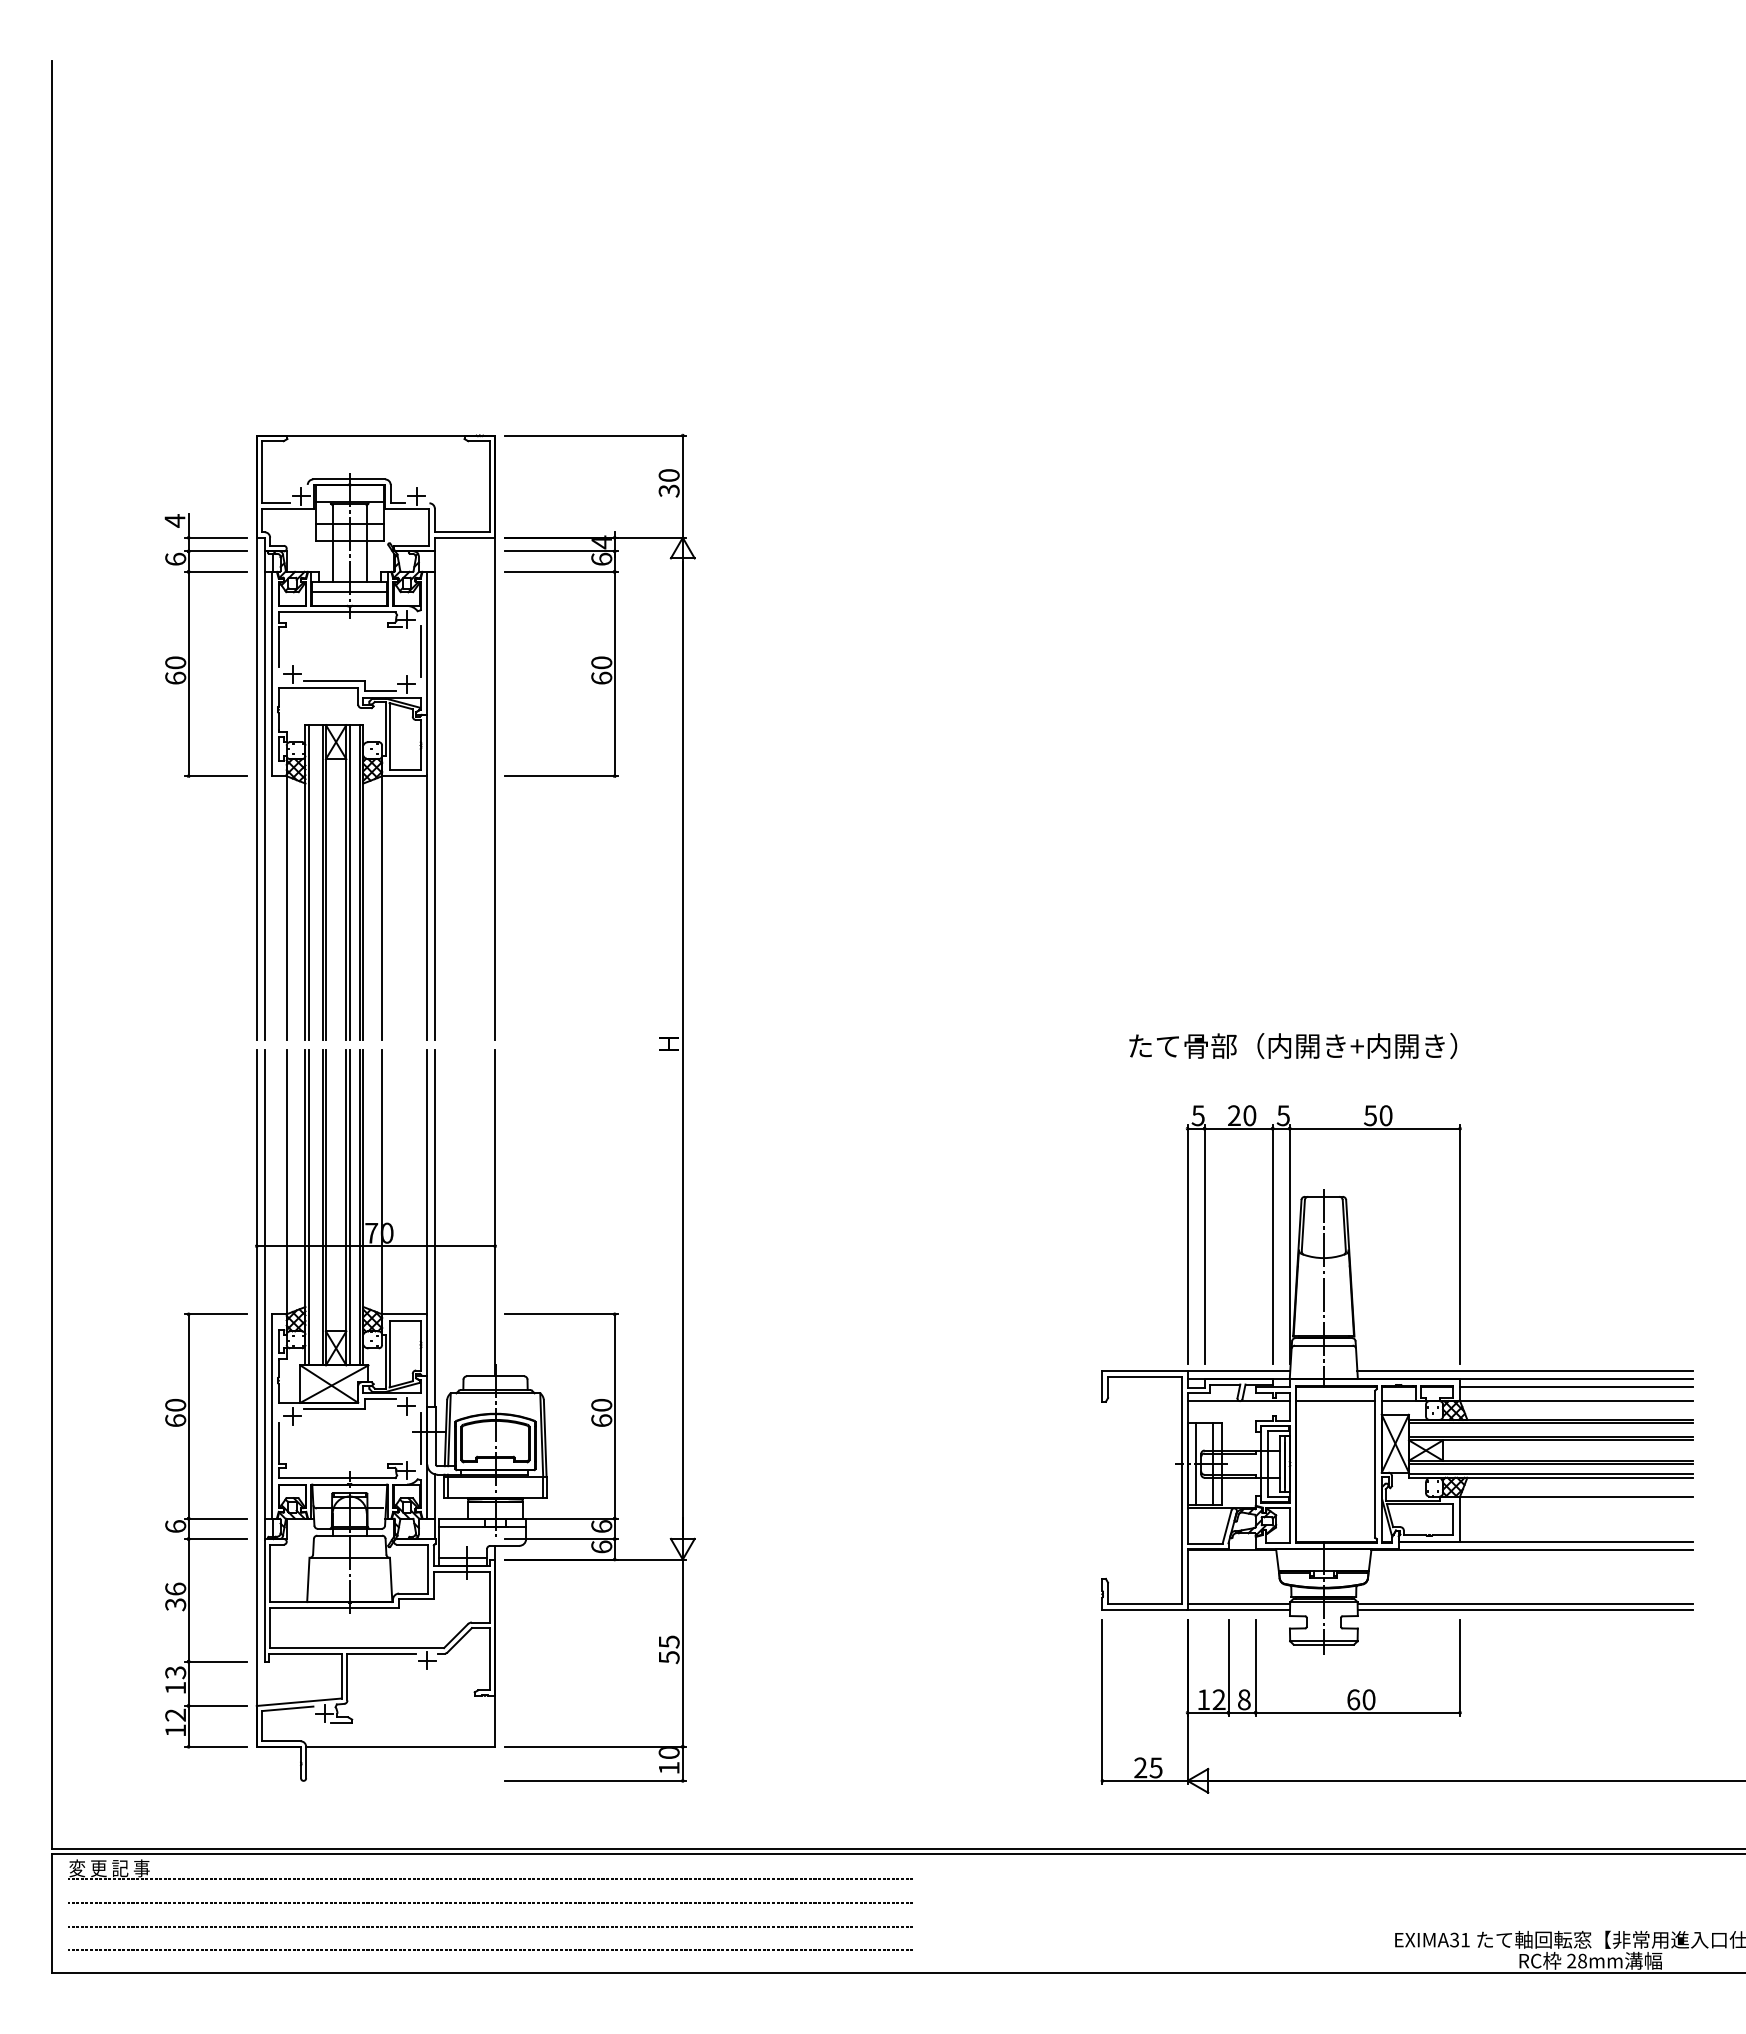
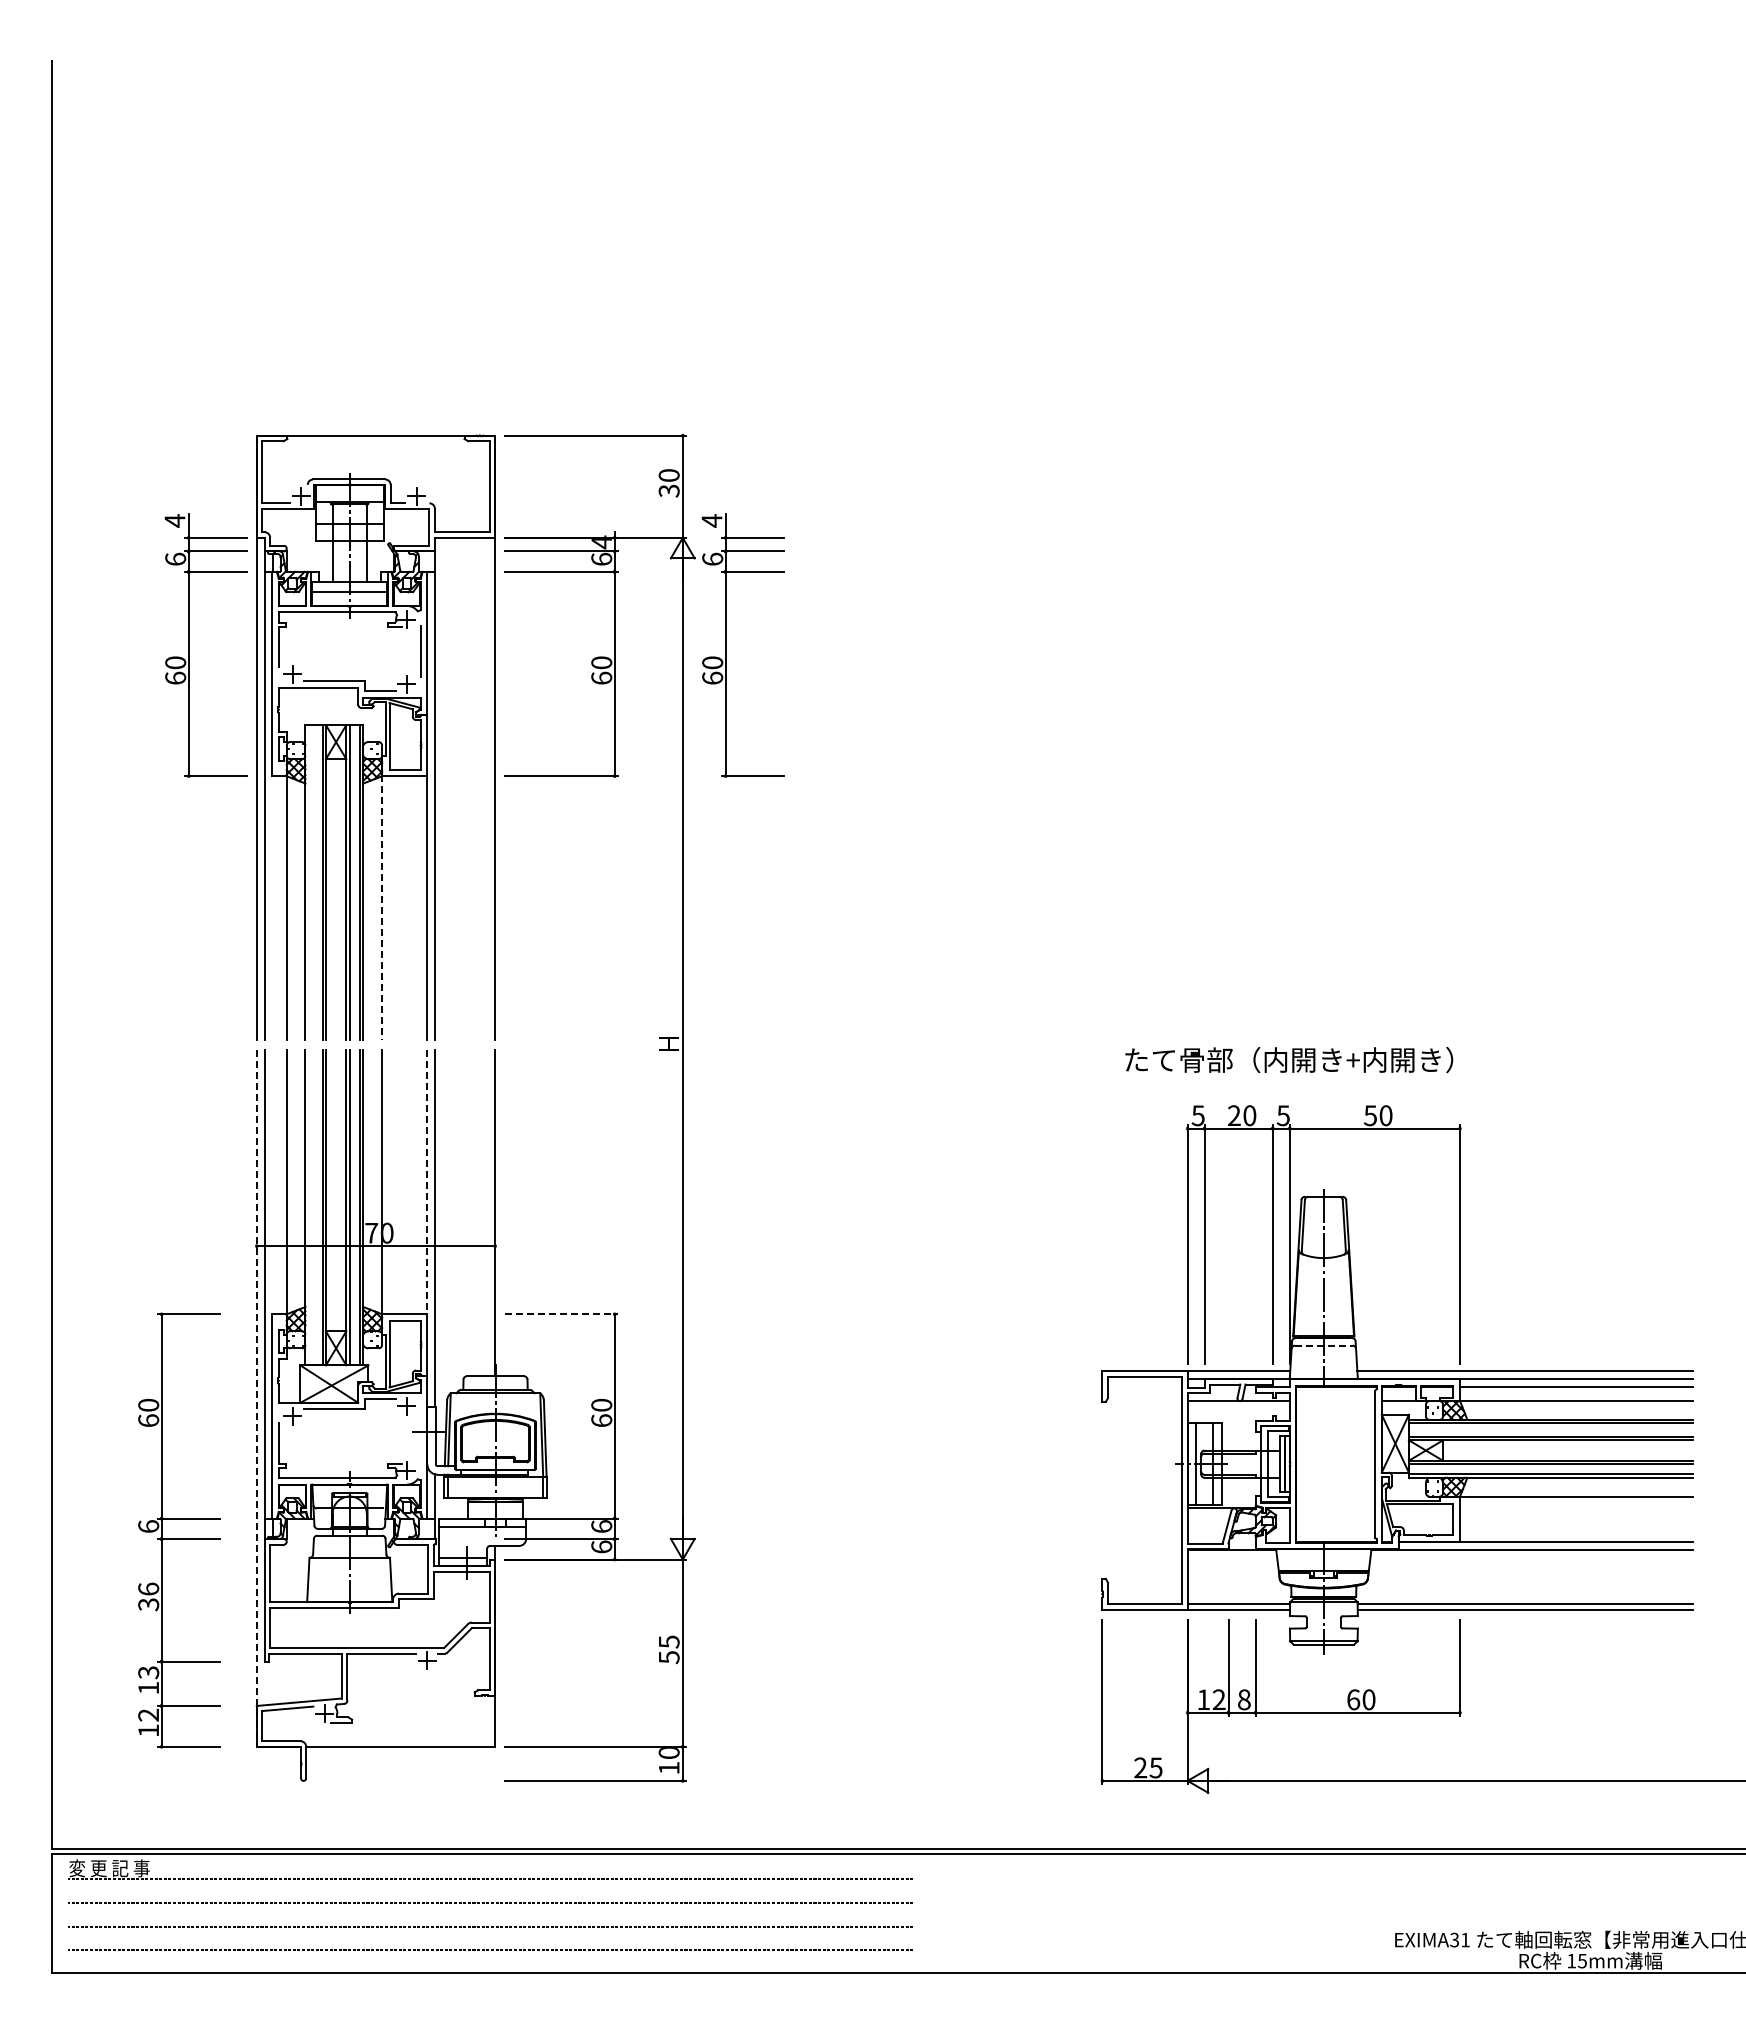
part at (726, 645): none -> present
line at (308, 882): present -> none
line at (382, 907): solid -> dashed
text at (1293, 1046) position: (1293, 1046) -> (1289, 1060)
line at (427, 1183): solid -> dashed
line at (308, 1207): present -> none
line at (562, 1314): solid -> dashed
line at (1323, 1345): solid -> dashed
line at (256, 1399): solid -> dashed
line at (1335, 1401): present -> none
line at (420, 1438): present -> none
part at (206, 1538) position: (206, 1538) -> (179, 1538)
text at (1576, 1960): 28mm -> 15mm
